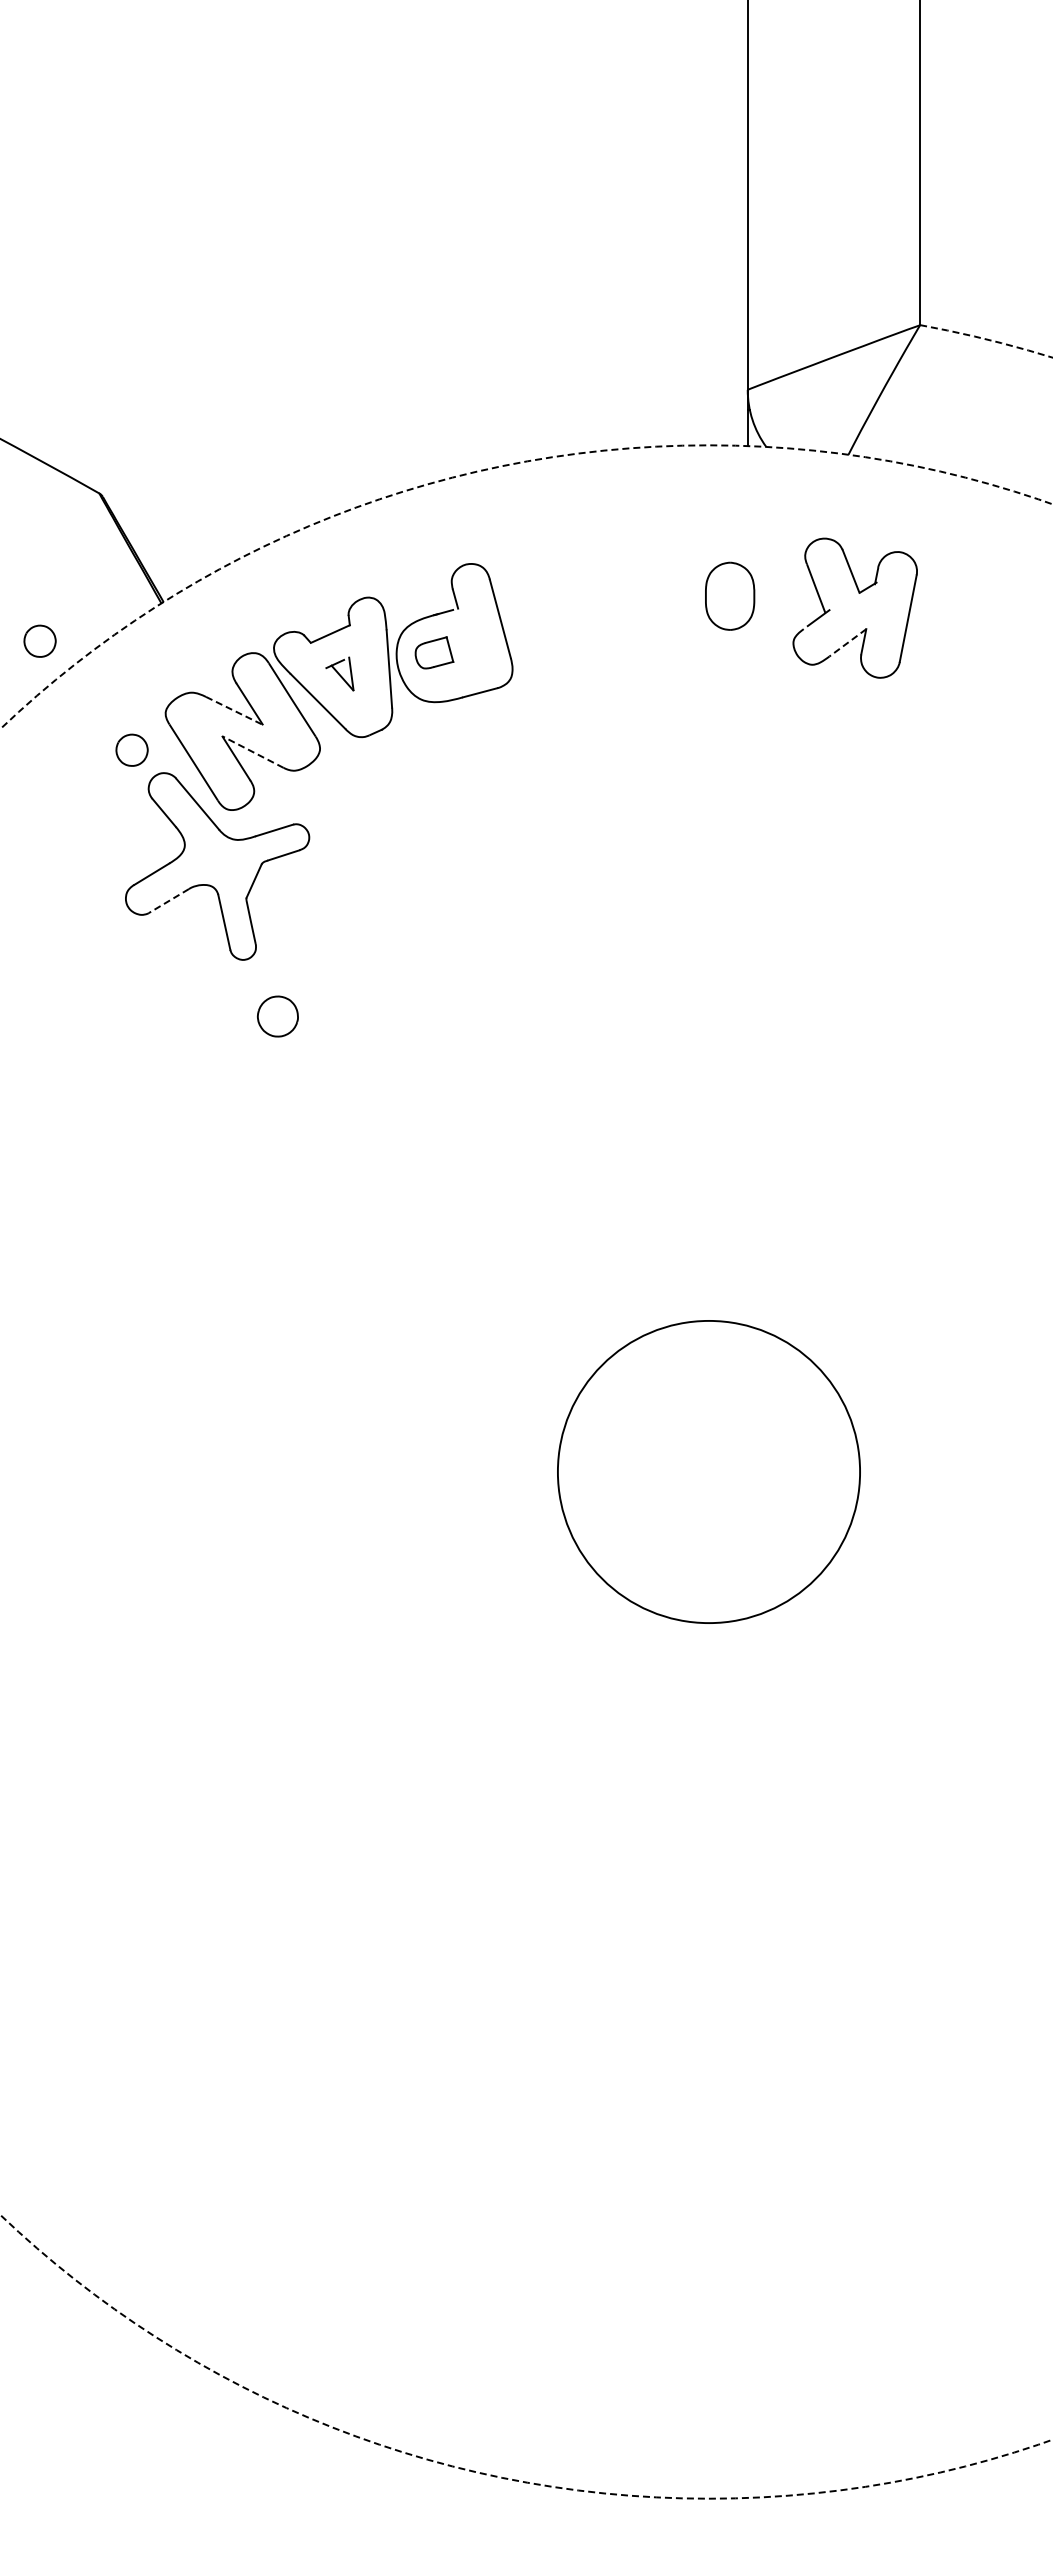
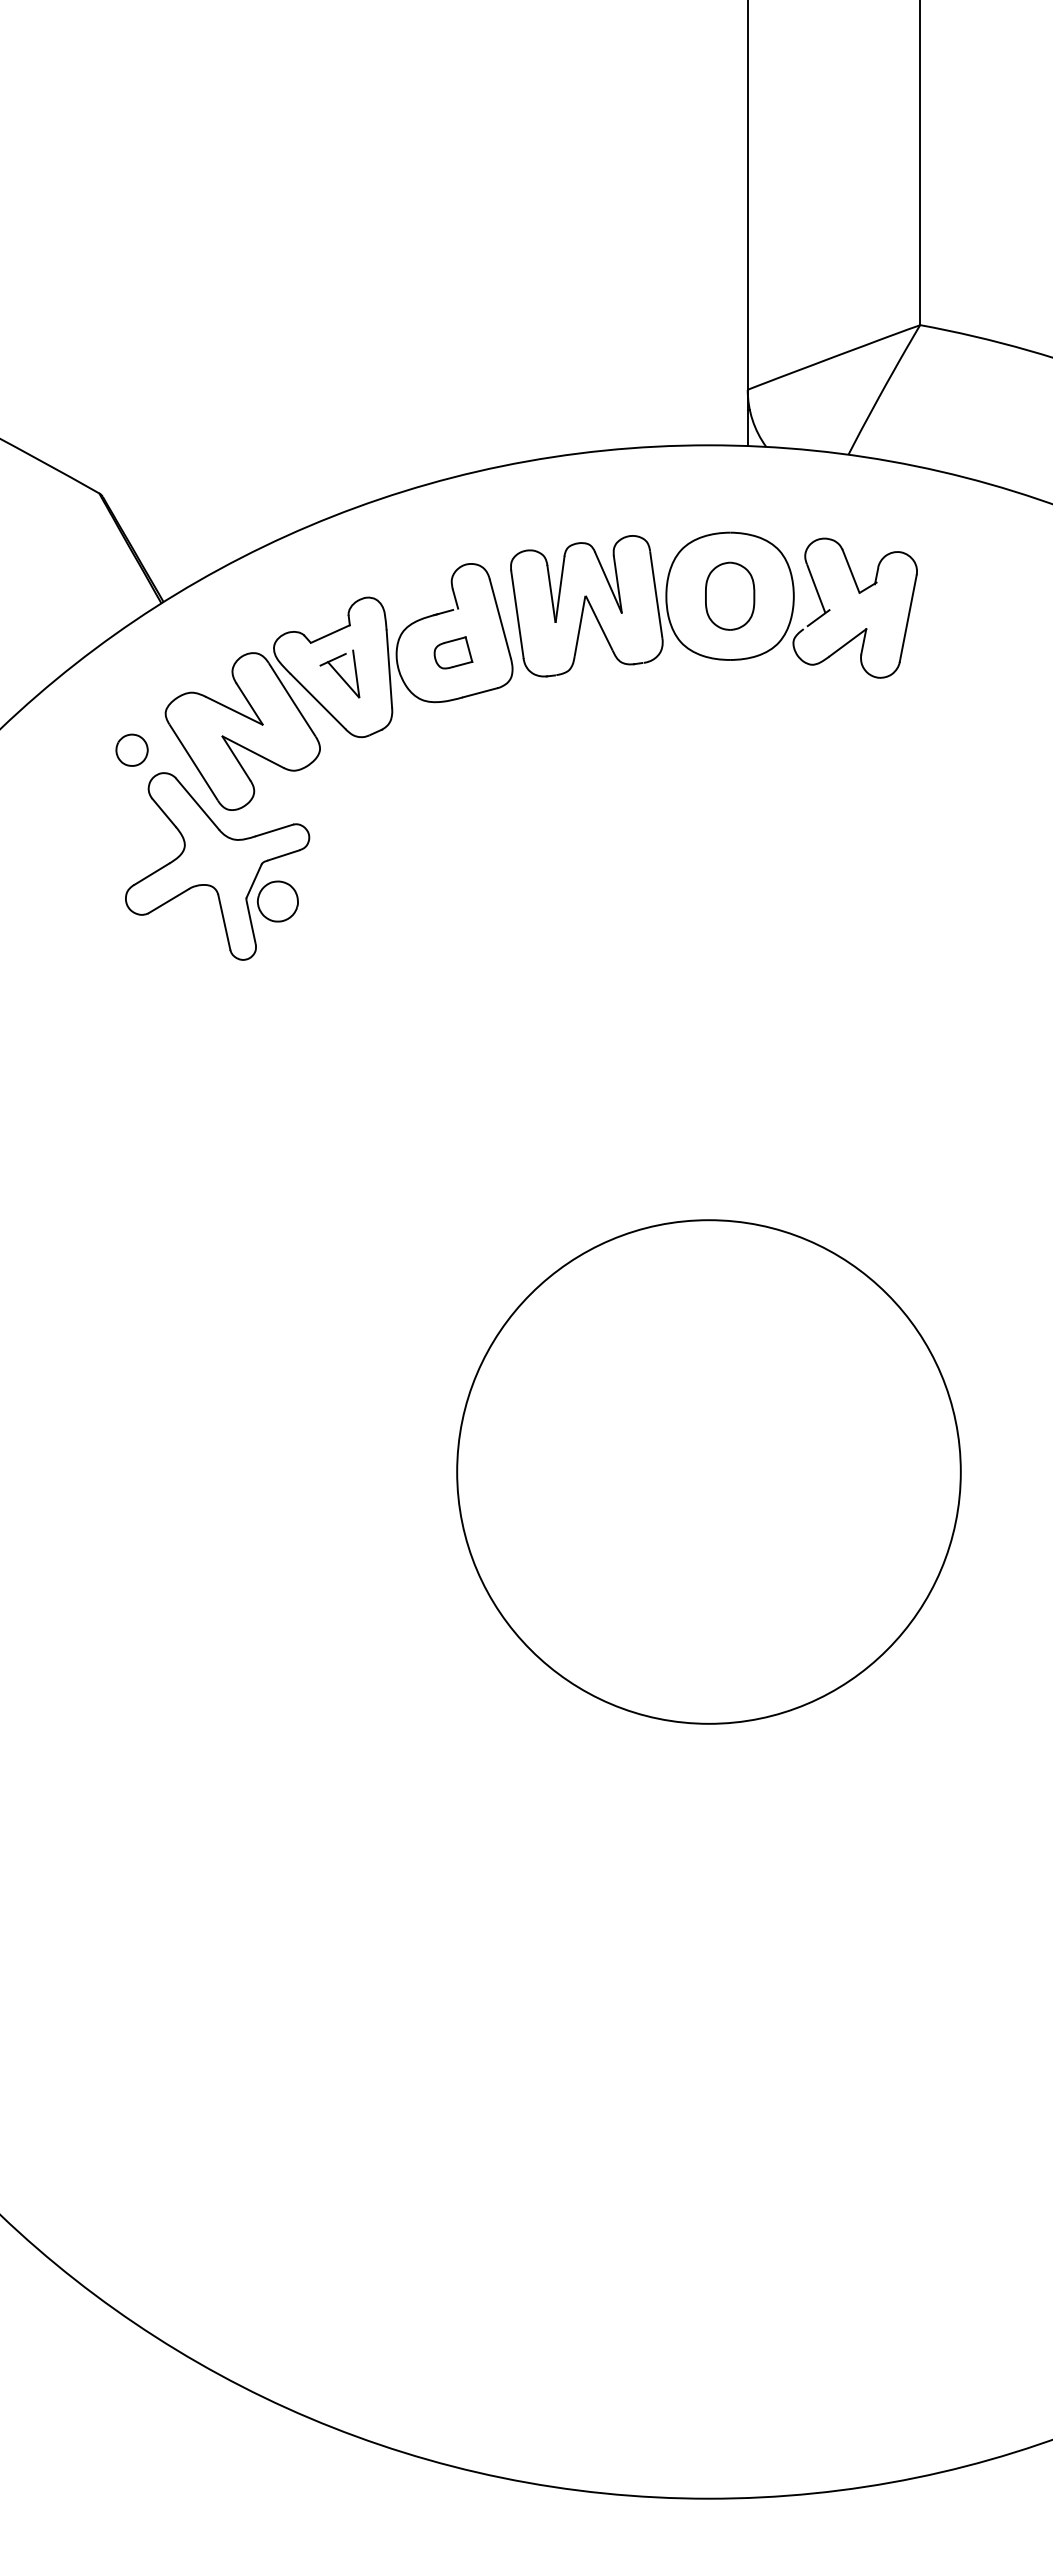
arc at (987, 339): dashed -> solid
part at (652, 604): none -> present
part at (39, 640): present -> none
line at (847, 642): dashed -> solid
part at (434, 652) position: (434, 652) -> (453, 652)
part at (339, 673) size: 30x36 px -> 42x50 px
line at (234, 711): dashed -> solid
line at (252, 751): dashed -> solid
line at (168, 901): dashed -> solid
part at (277, 1016) position: (277, 1016) -> (277, 901)
circle at (526, 1471): dashed -> solid
circle at (708, 1471) diameter: 302 px -> 504 px
